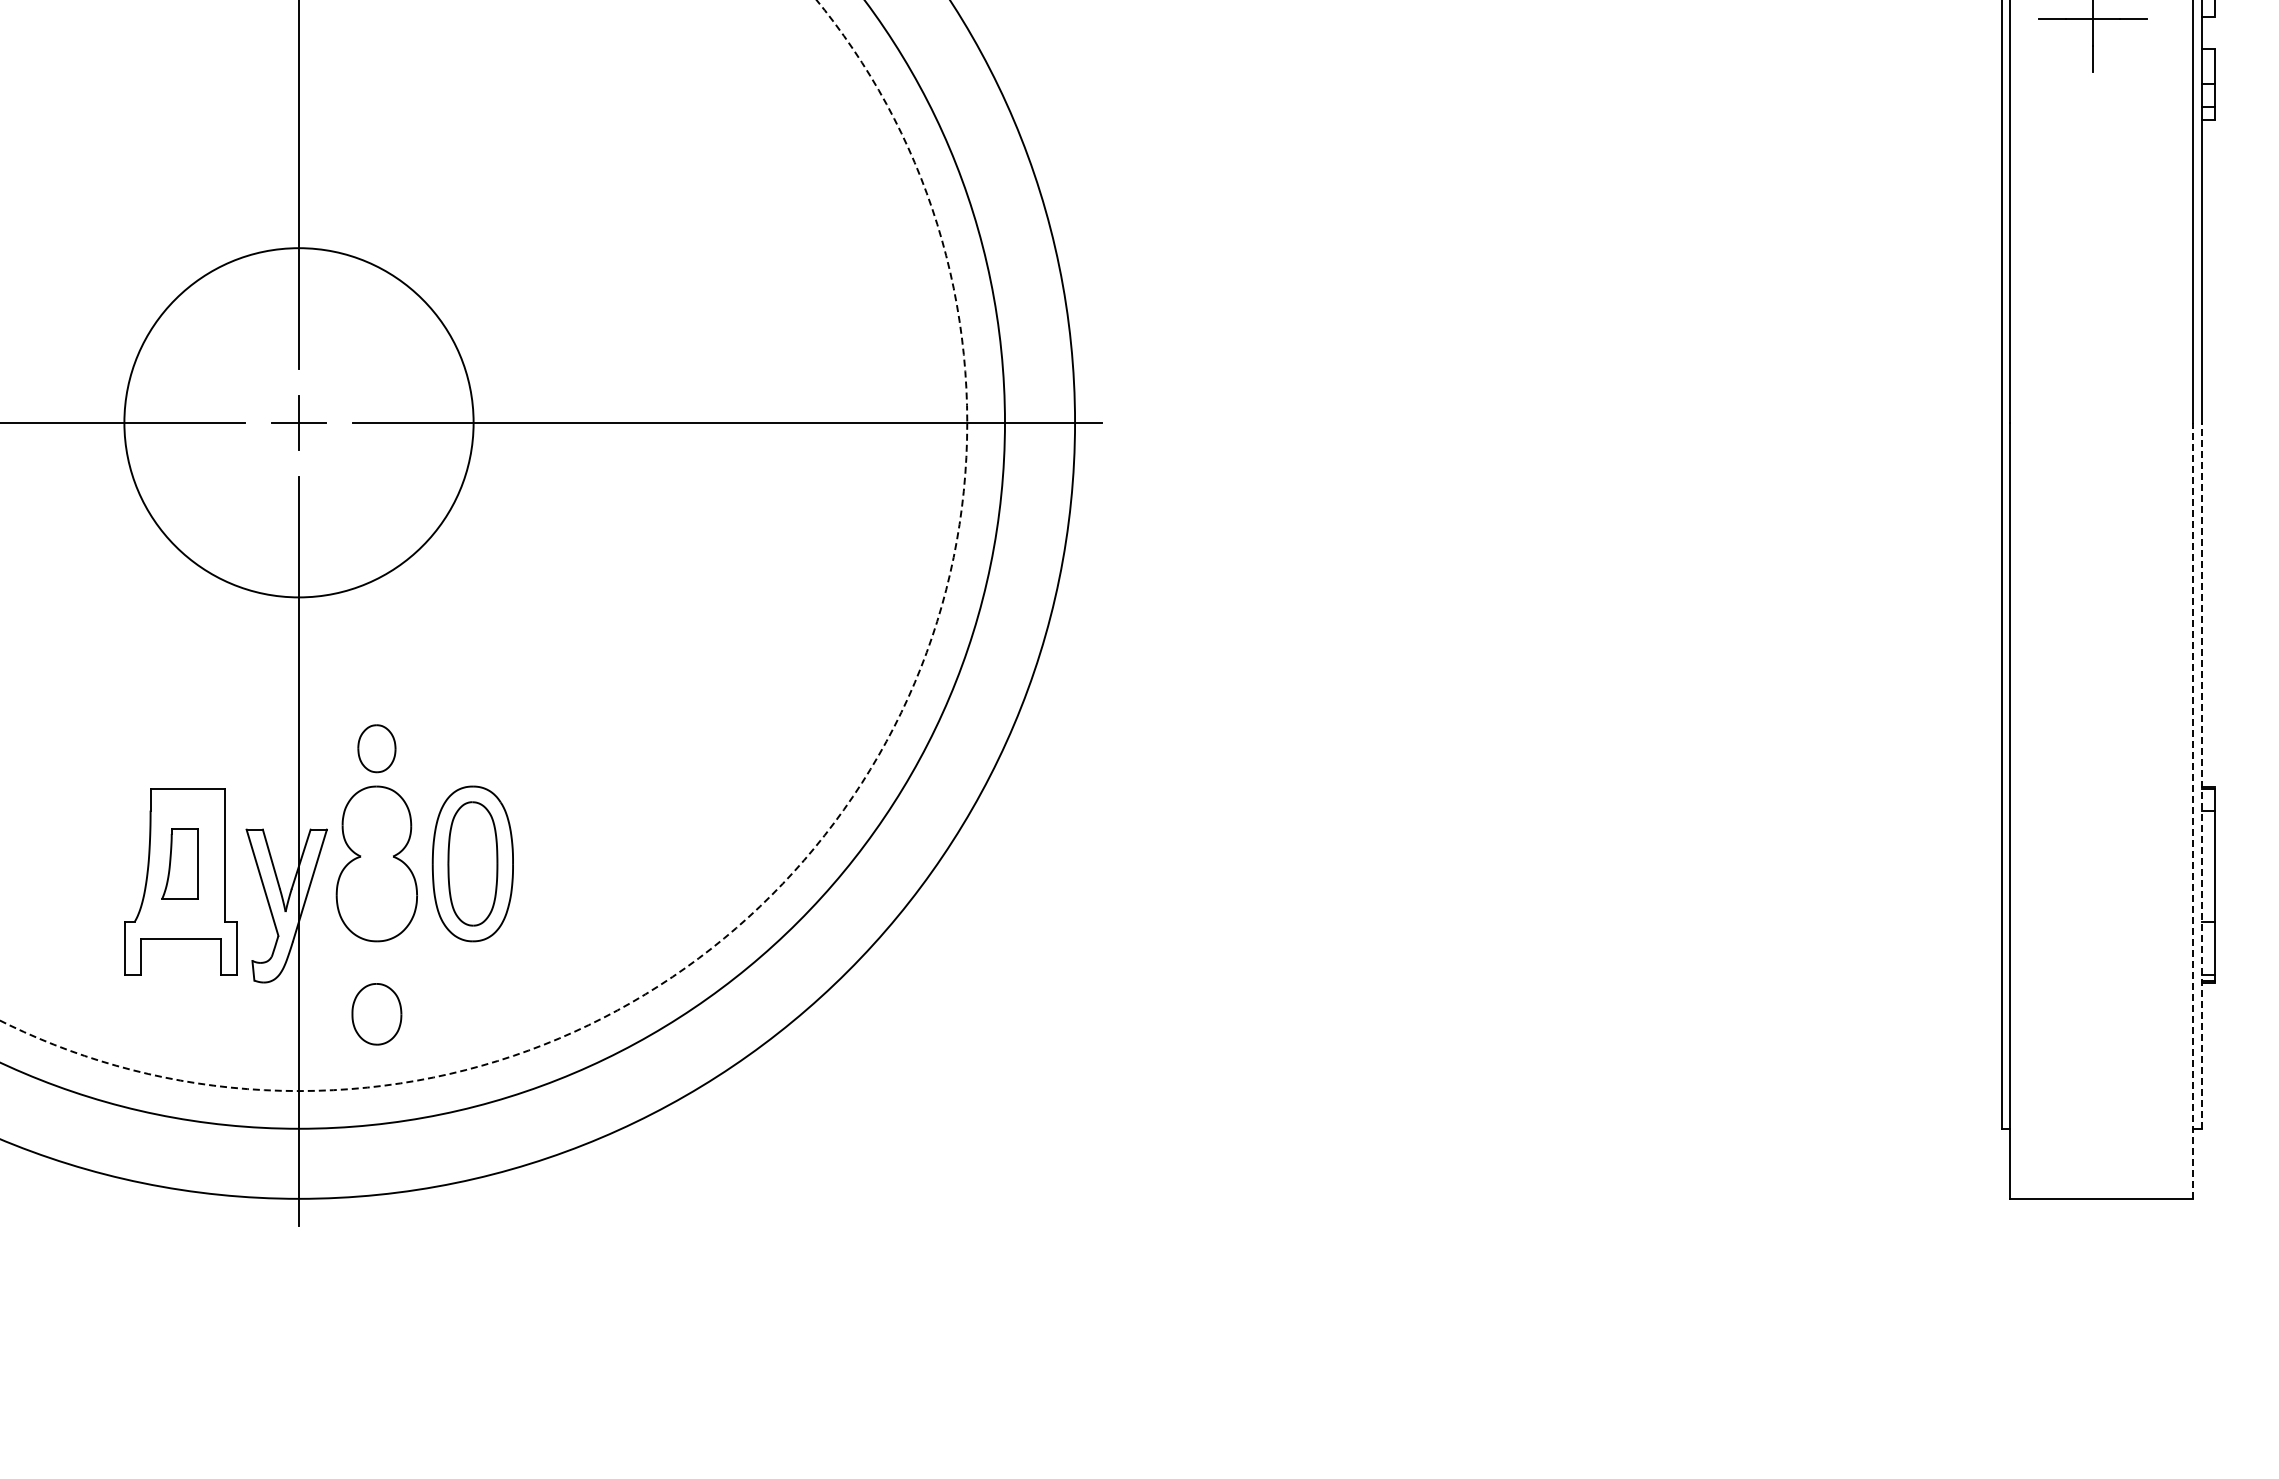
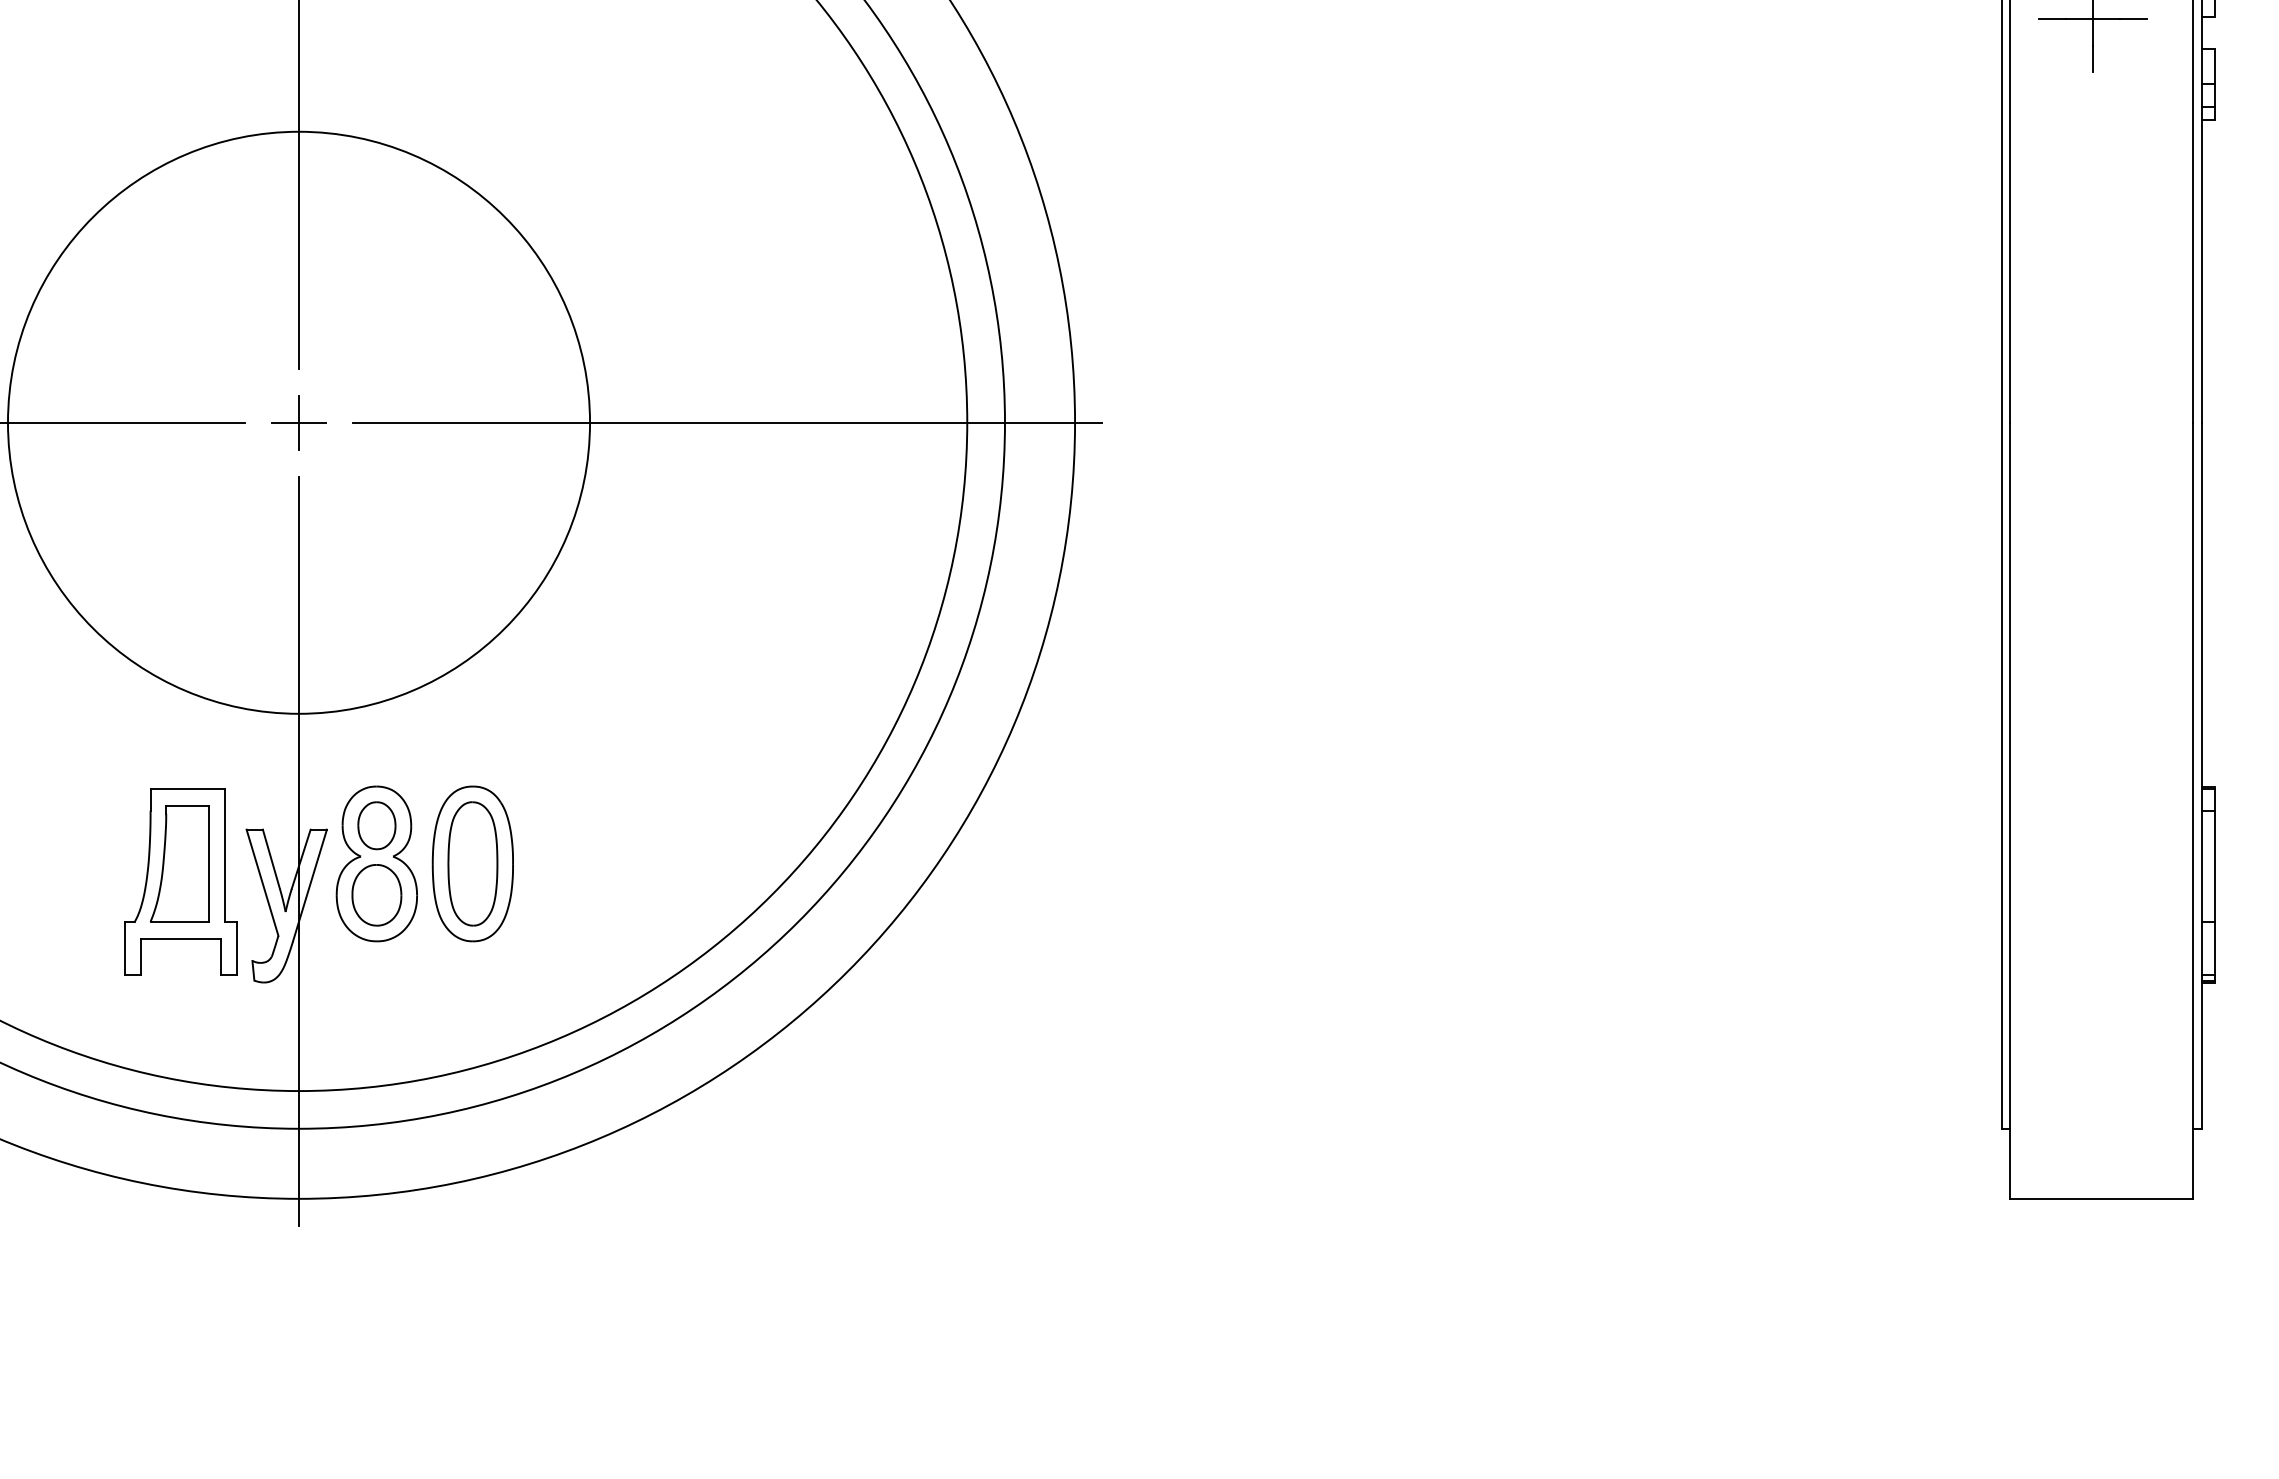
circle at (298, 422) diameter: 349 px -> 582 px
circle at (483, 545): dashed -> solid
part at (376, 748) position: (376, 748) -> (376, 825)
line at (2202, 775): dashed -> solid
line at (2193, 810): dashed -> solid
part at (179, 863) size: 38x72 px -> 60x118 px
part at (376, 1014) position: (376, 1014) -> (376, 895)
